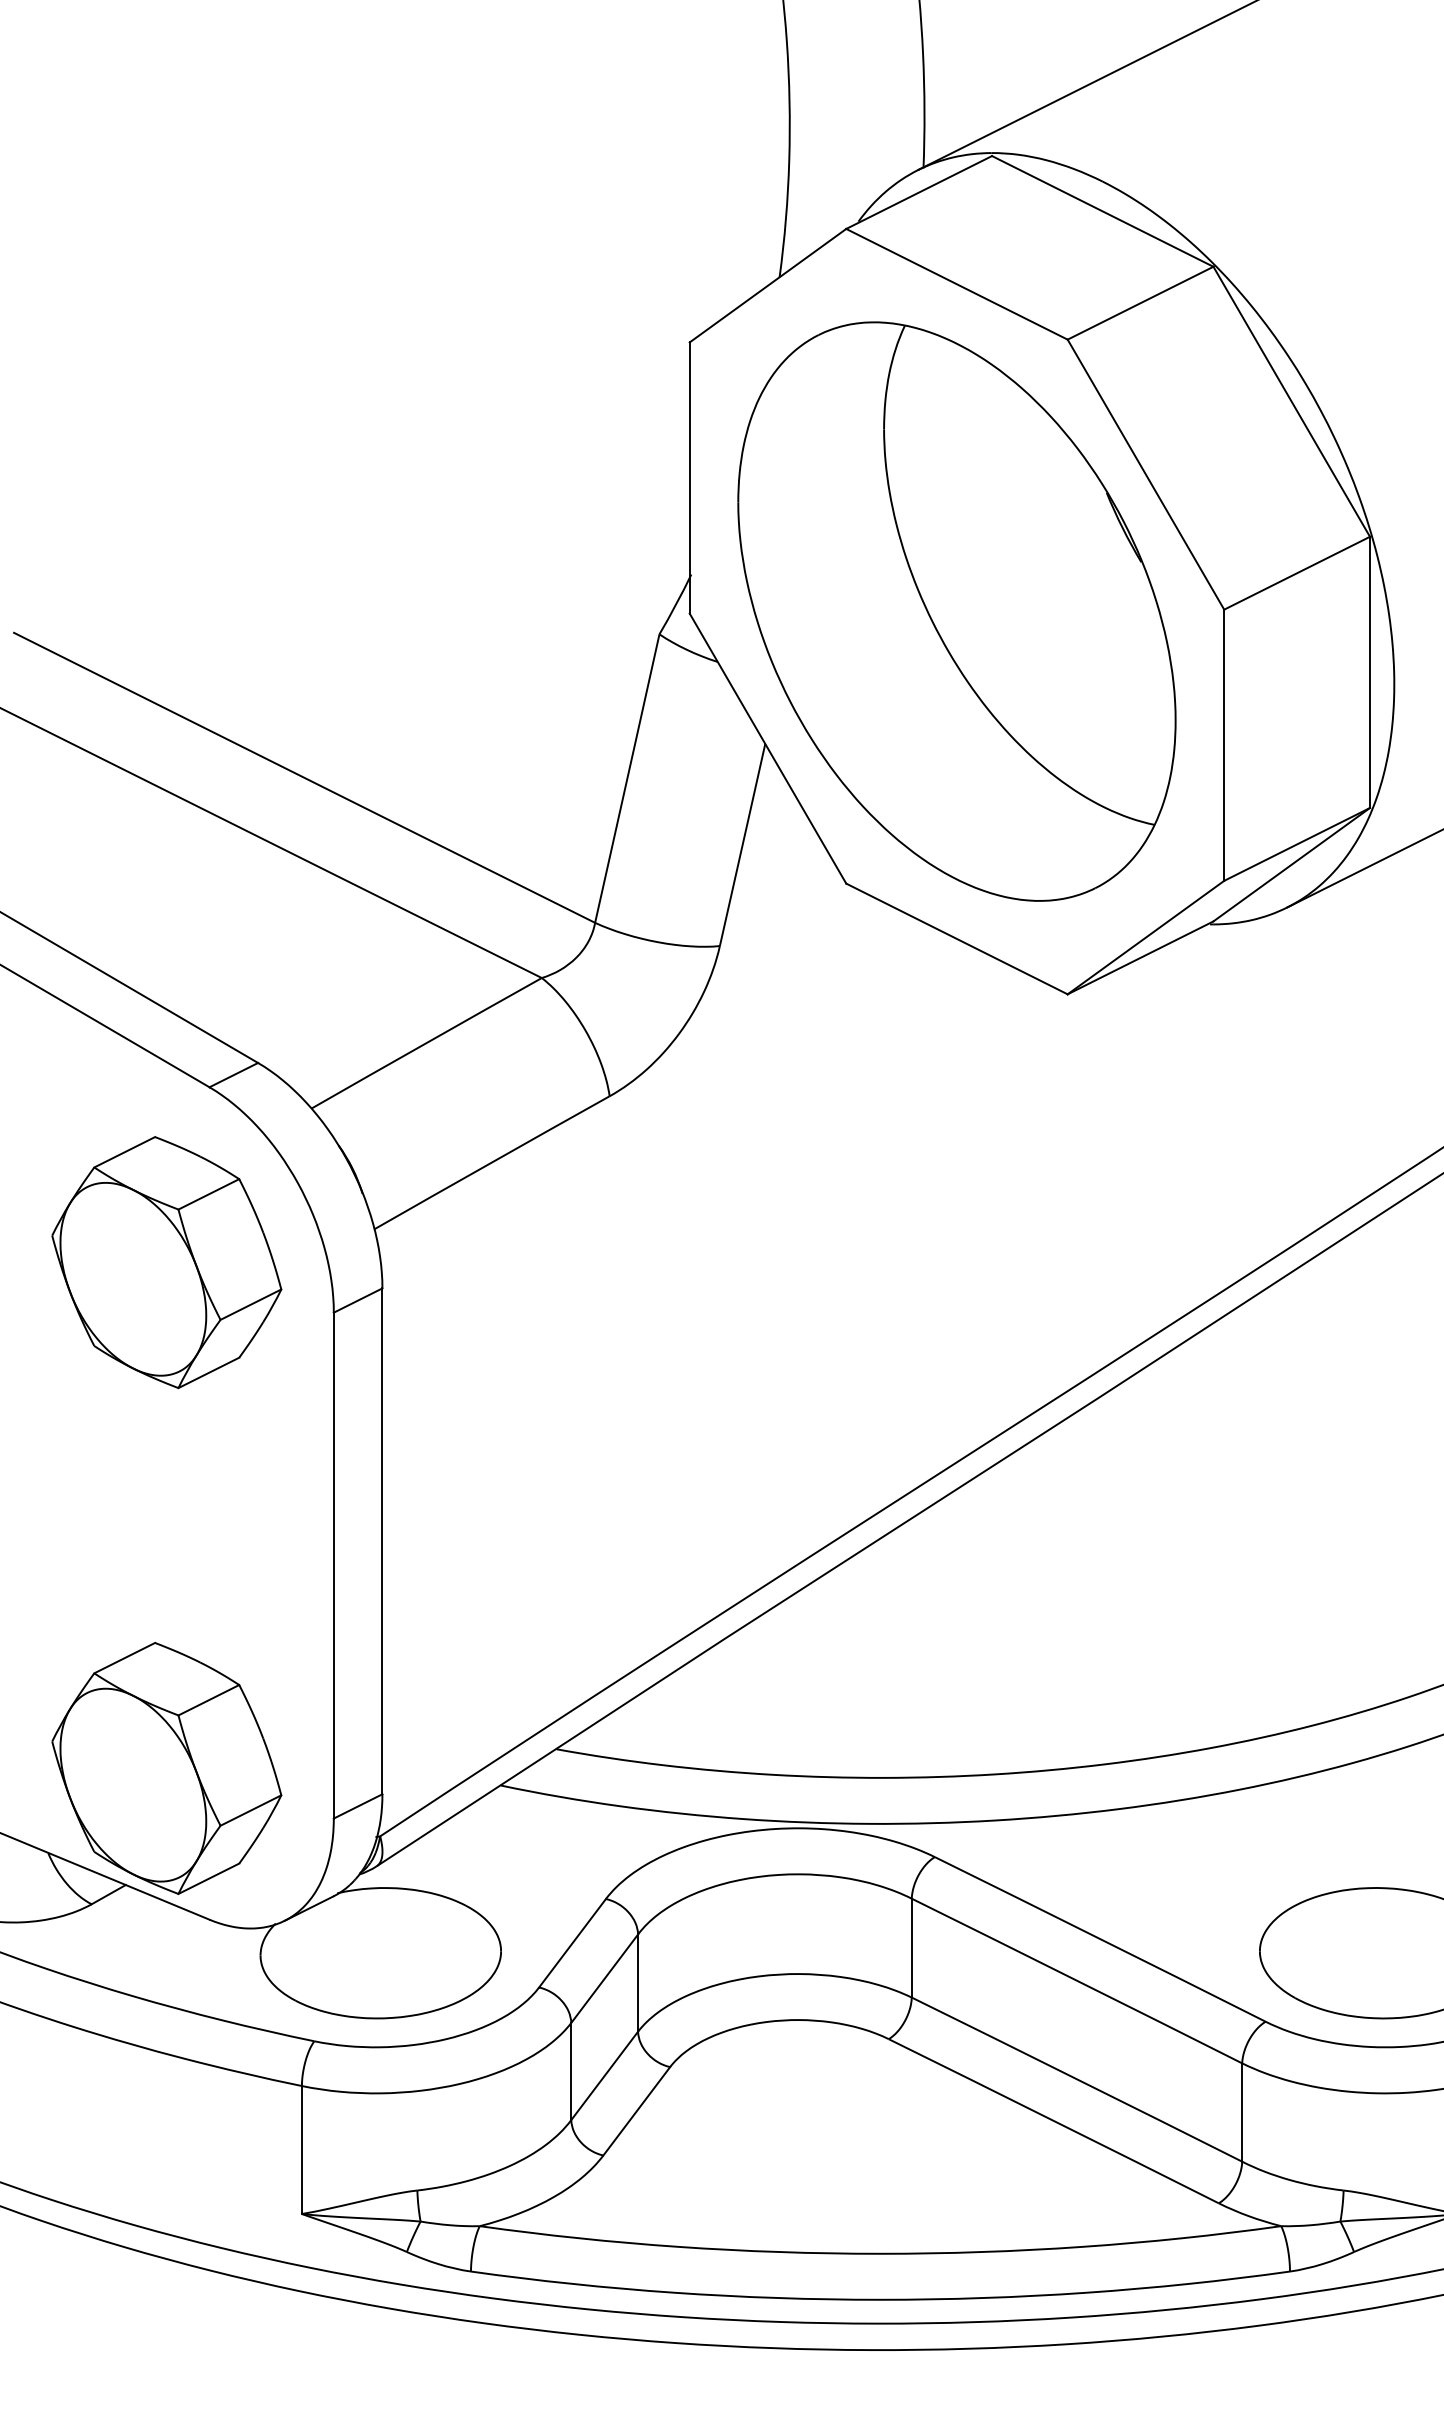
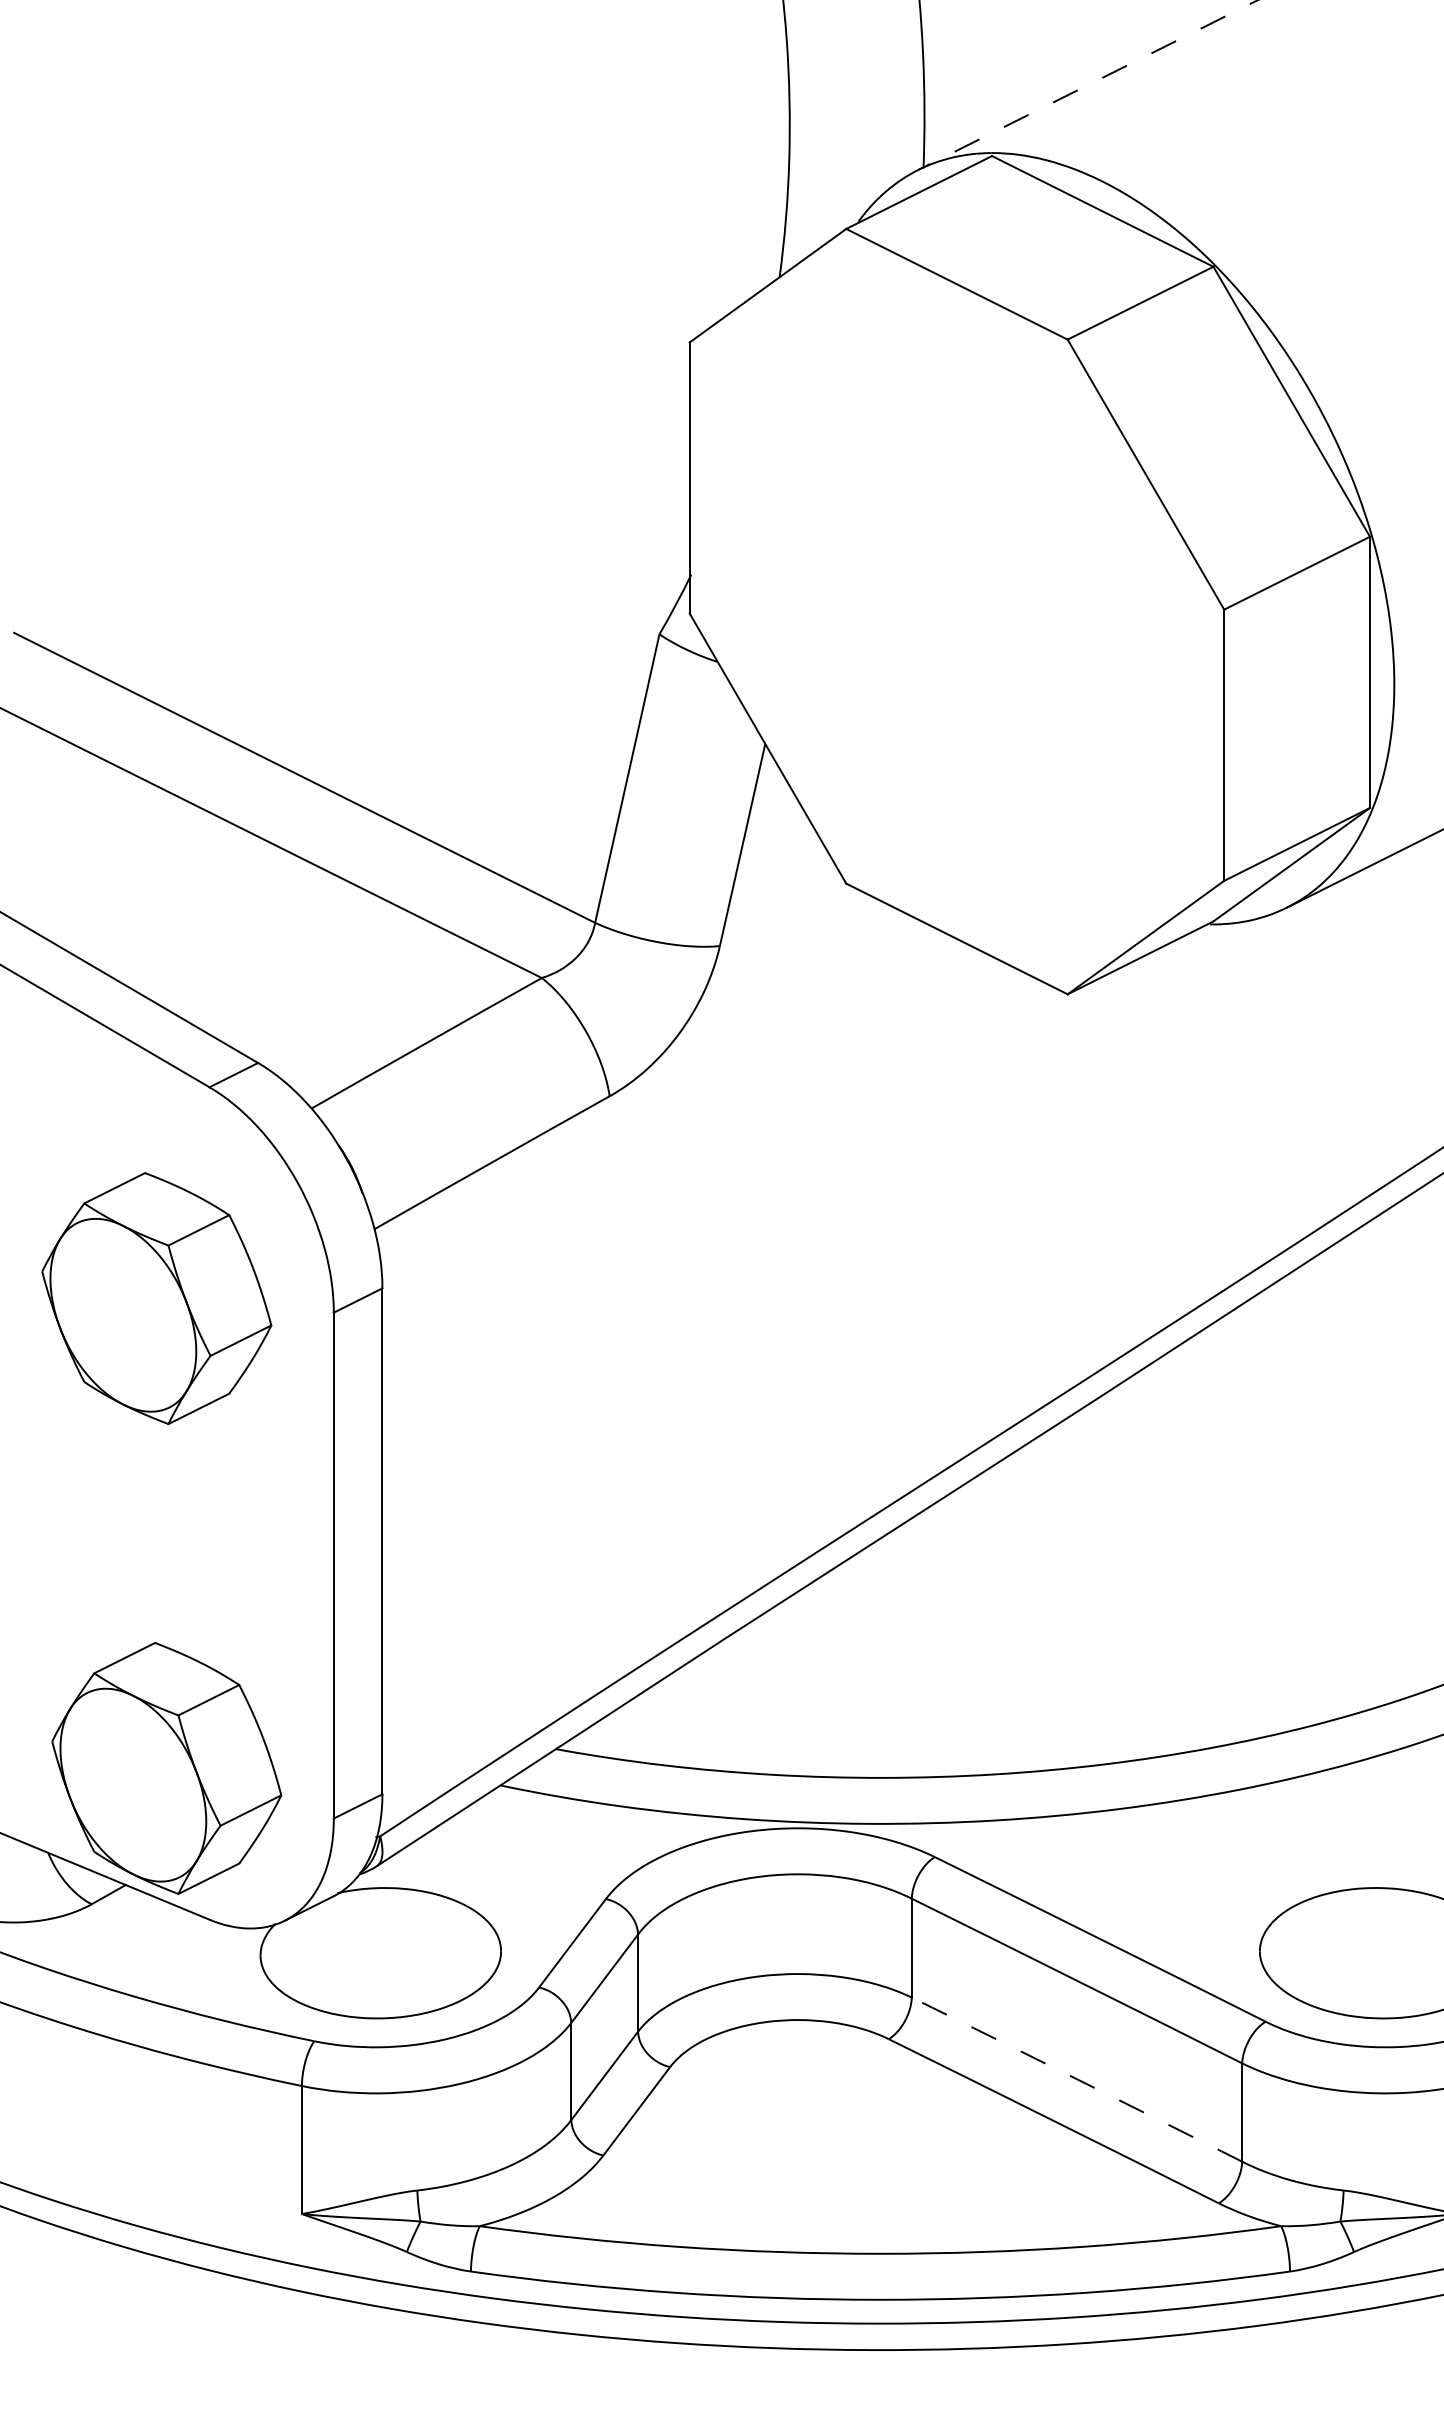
line at (1088, 85): solid -> dashed
part at (956, 611): present -> none
part at (166, 1262) position: (166, 1262) -> (156, 1298)
arc at (1077, 2079): solid -> dashed
